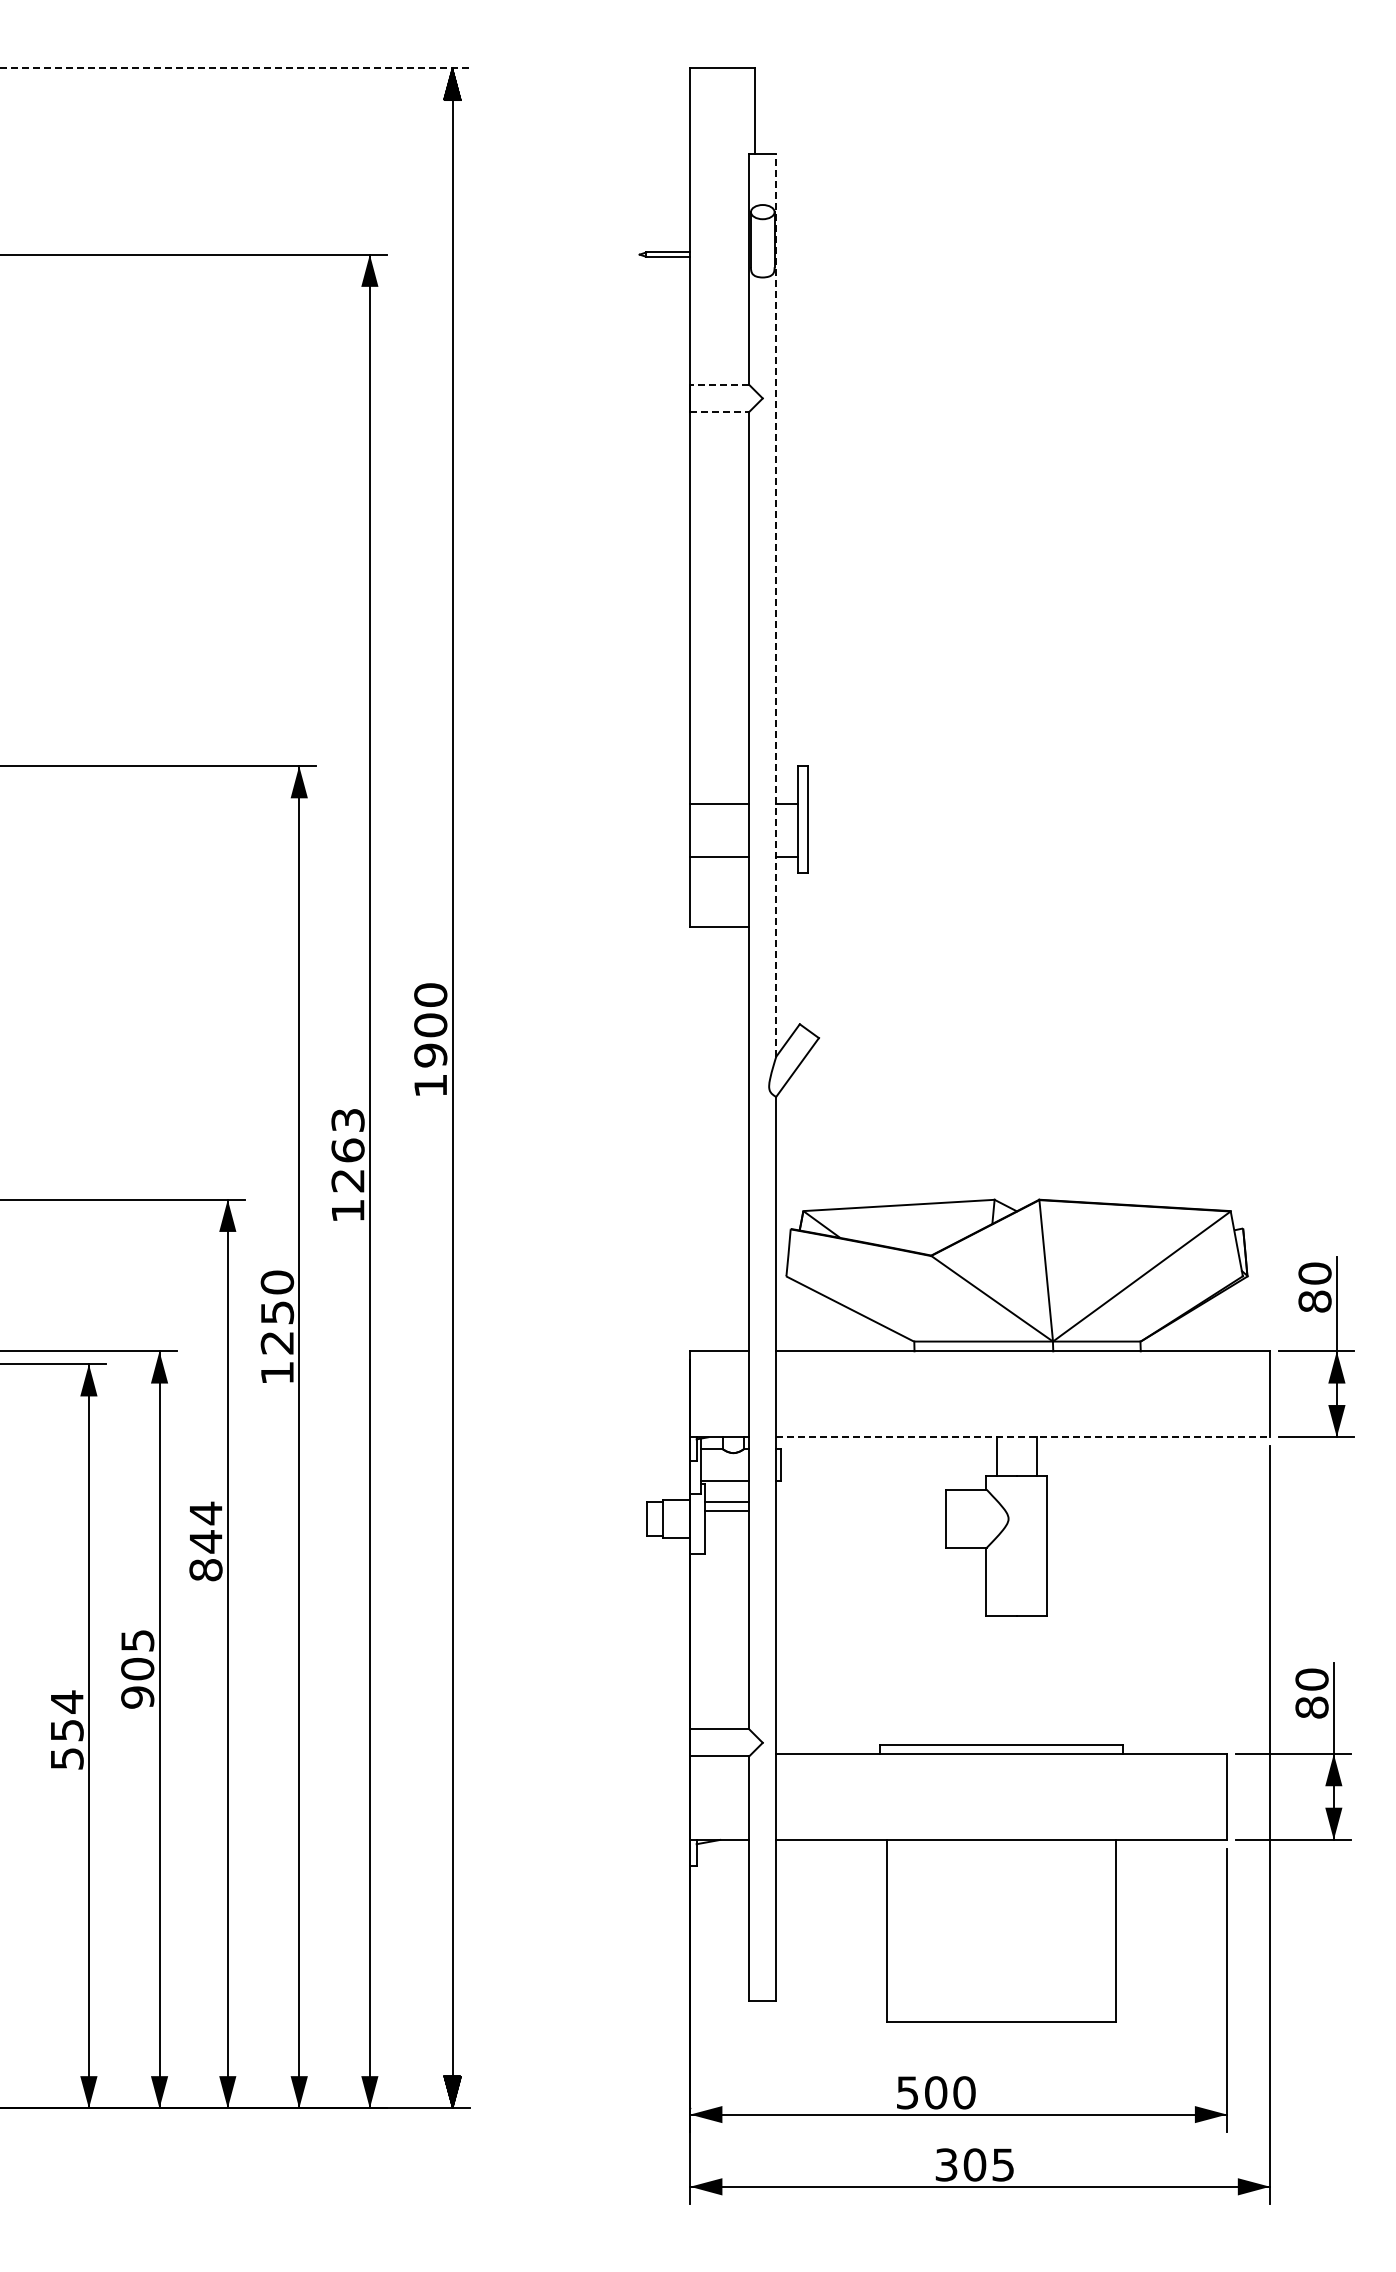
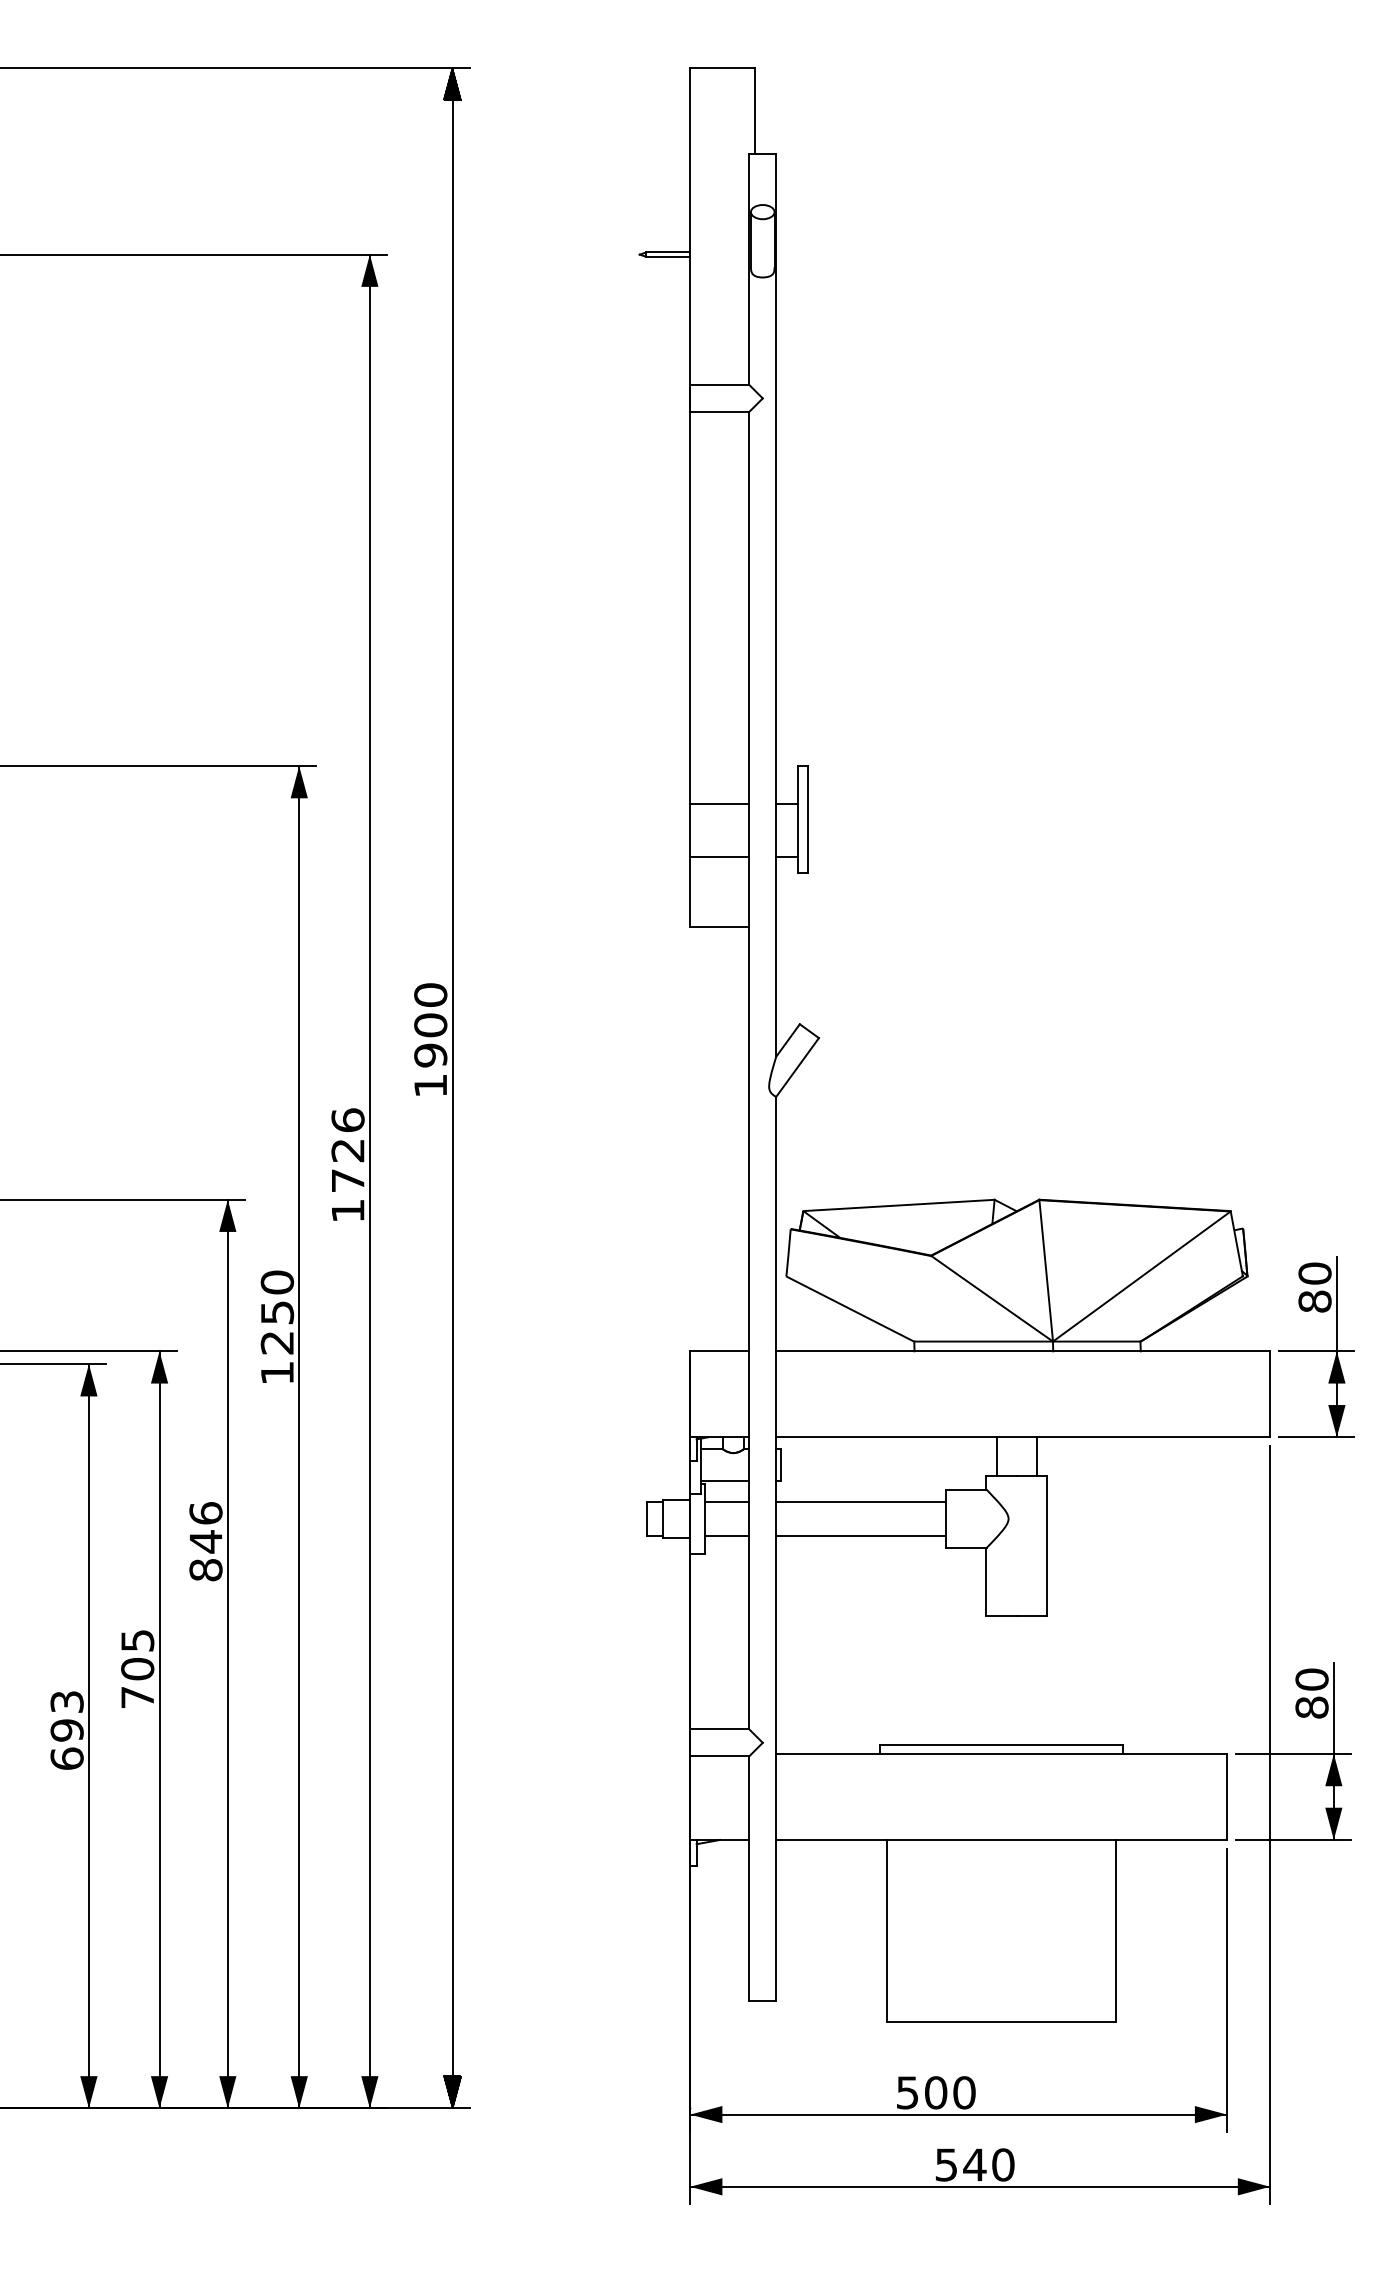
line at (235, 68): dashed -> solid
line at (719, 385): dashed -> solid
line at (719, 411): dashed -> solid
line at (776, 605): dashed -> solid
text at (347, 1150): 1263 -> 1726
line at (1023, 1437): dashed -> solid
line at (861, 1501): none -> present
line at (727, 1511) position: (727, 1511) -> (727, 1536)
text at (205, 1513): 844 -> 846
line at (861, 1536): none -> present
text at (137, 1697): 905 -> 705
text at (66, 1729): 554 -> 693
text at (975, 2164): 305 -> 540
